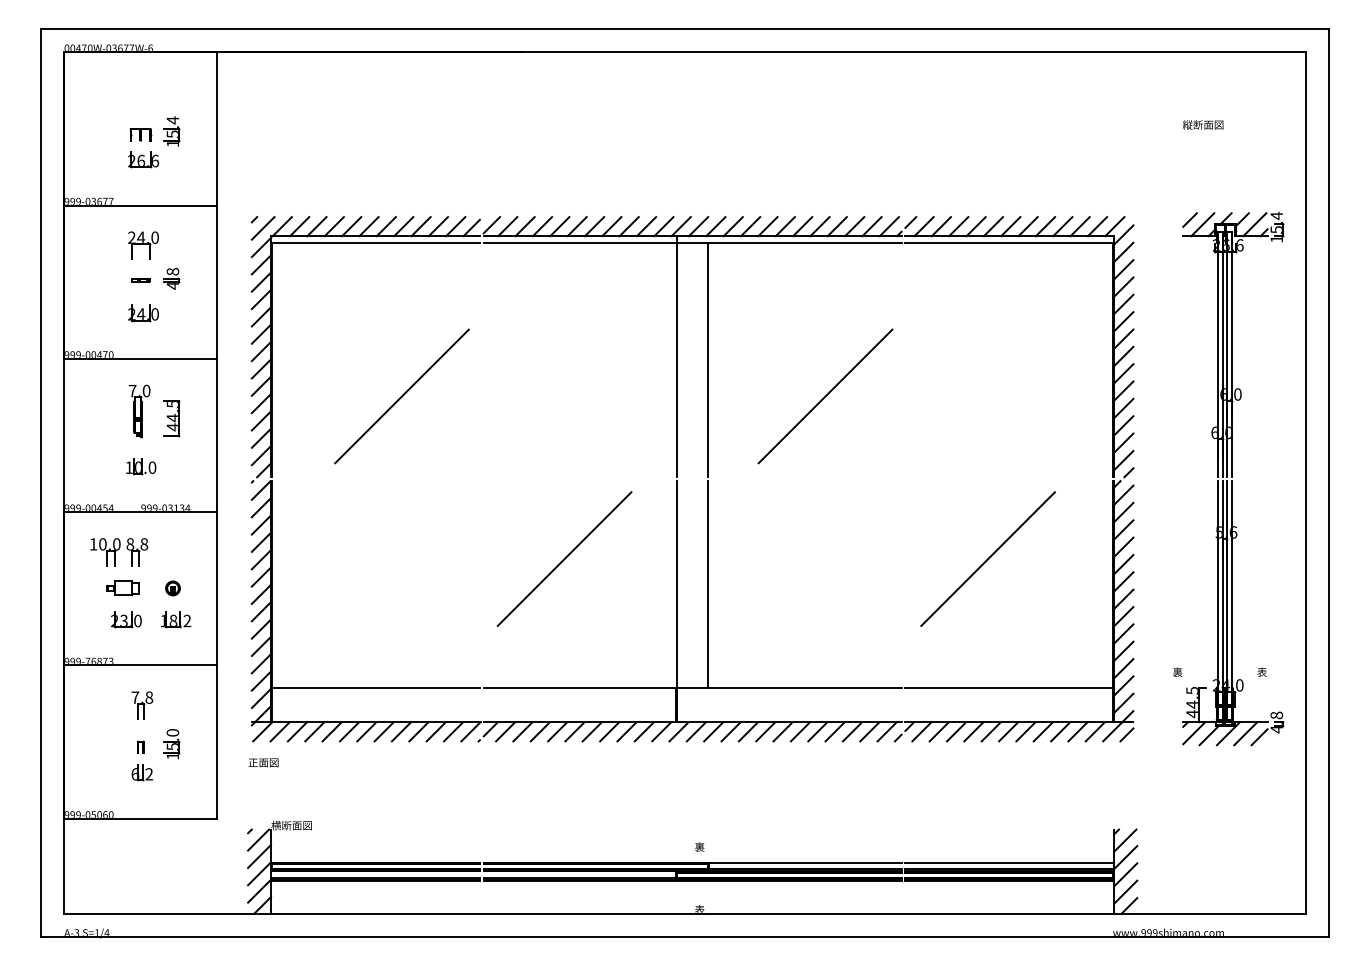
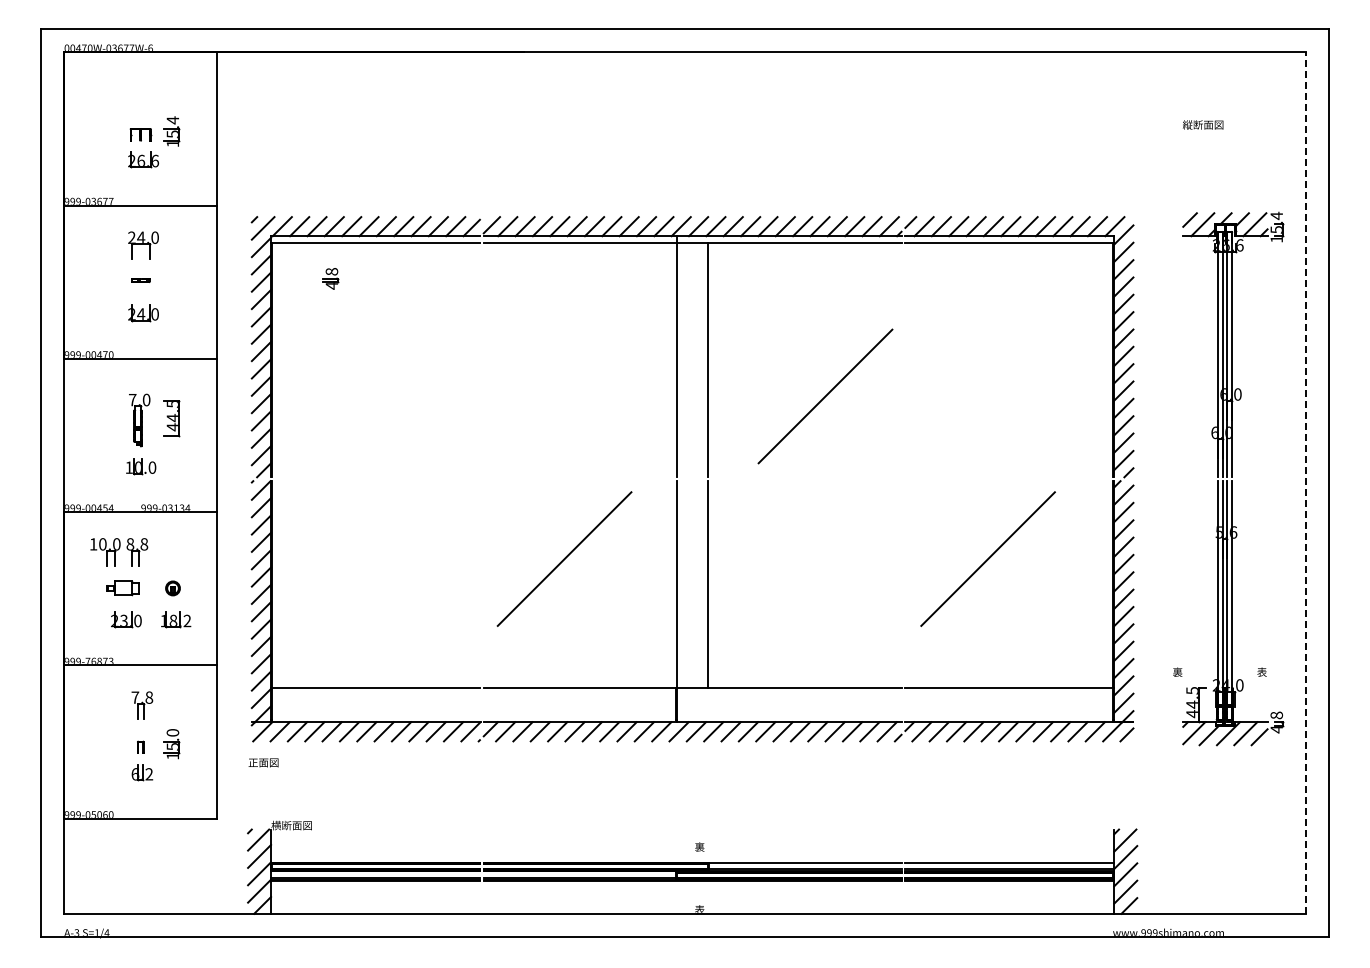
part at (171, 278) position: (171, 278) -> (330, 278)
line at (401, 396): present -> none
part at (139, 411) position: (139, 411) -> (139, 420)
line at (1305, 483): solid -> dashed
